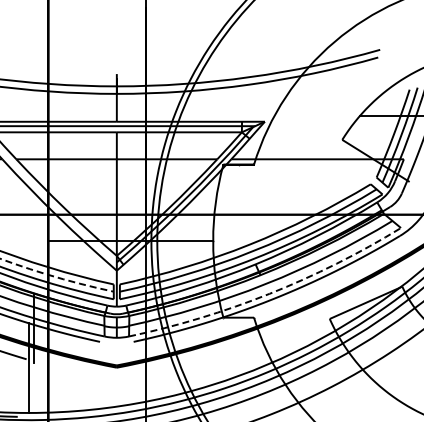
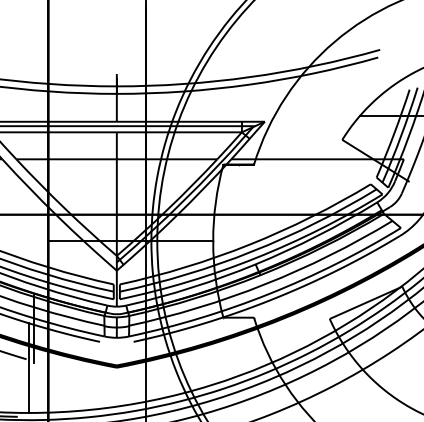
arc at (56, 277): dashed -> solid
arc at (269, 293): dashed -> solid
